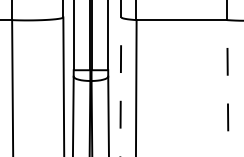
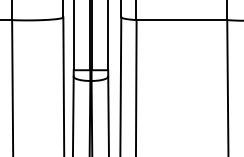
line at (120, 86): dashed -> solid
line at (227, 87): dashed -> solid
